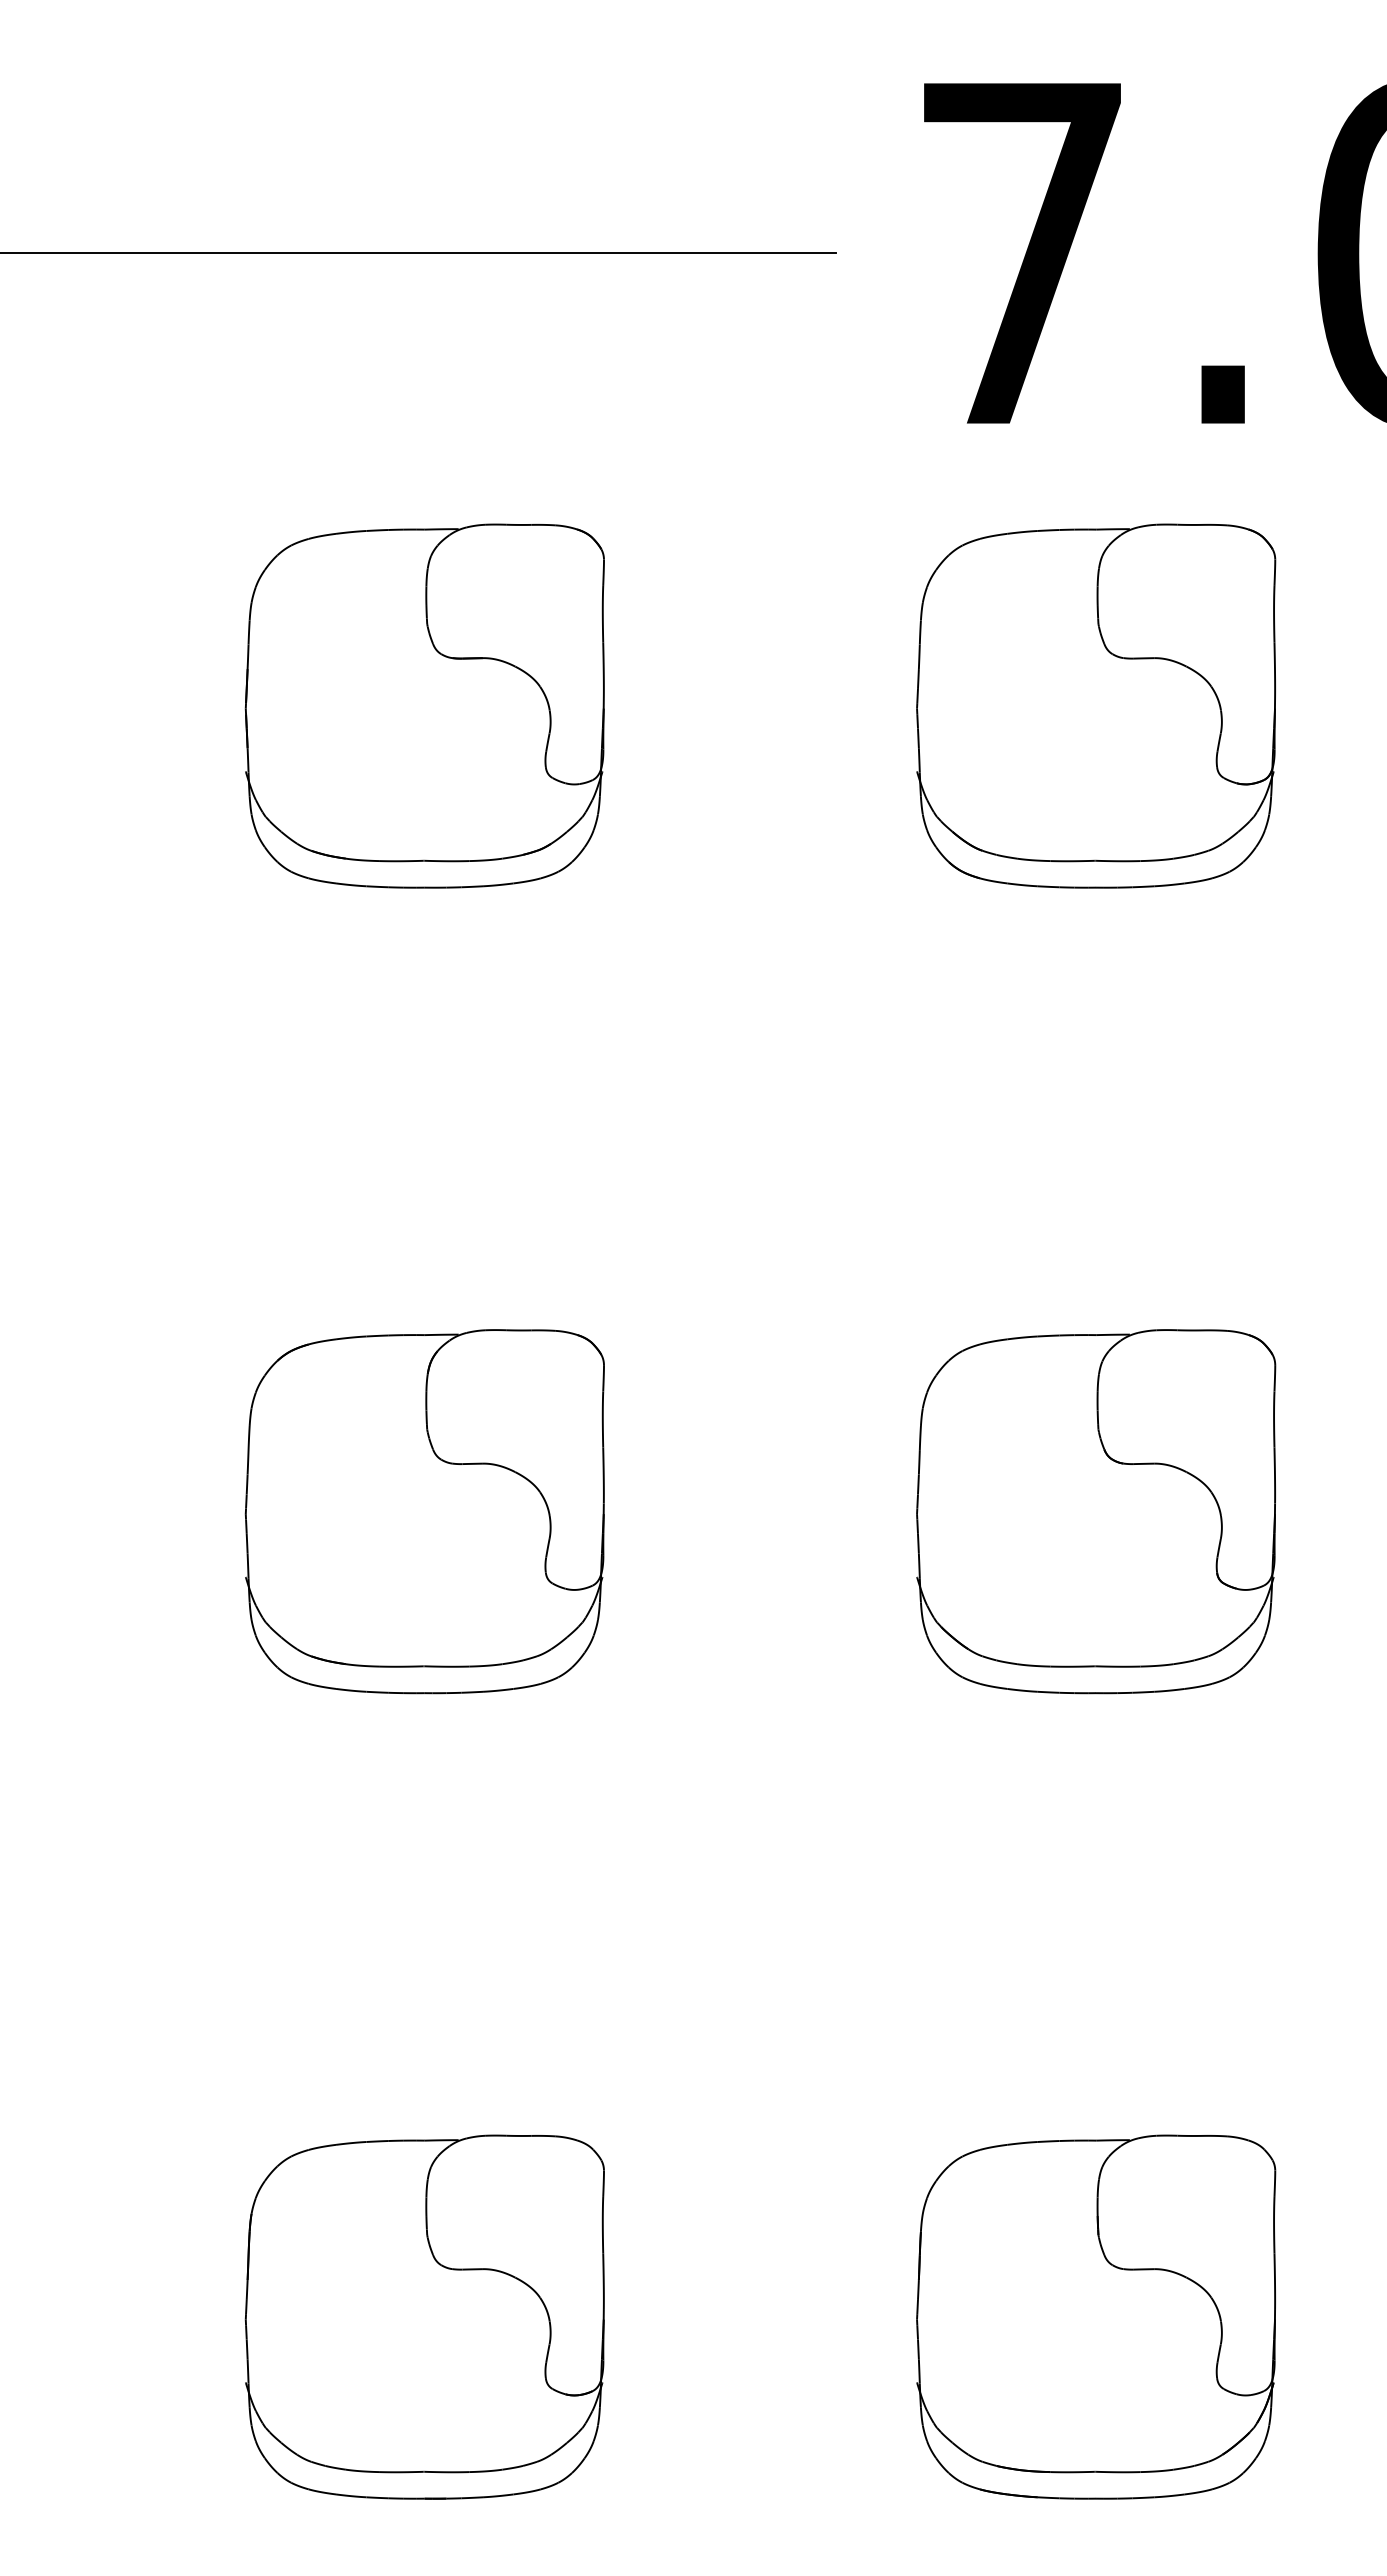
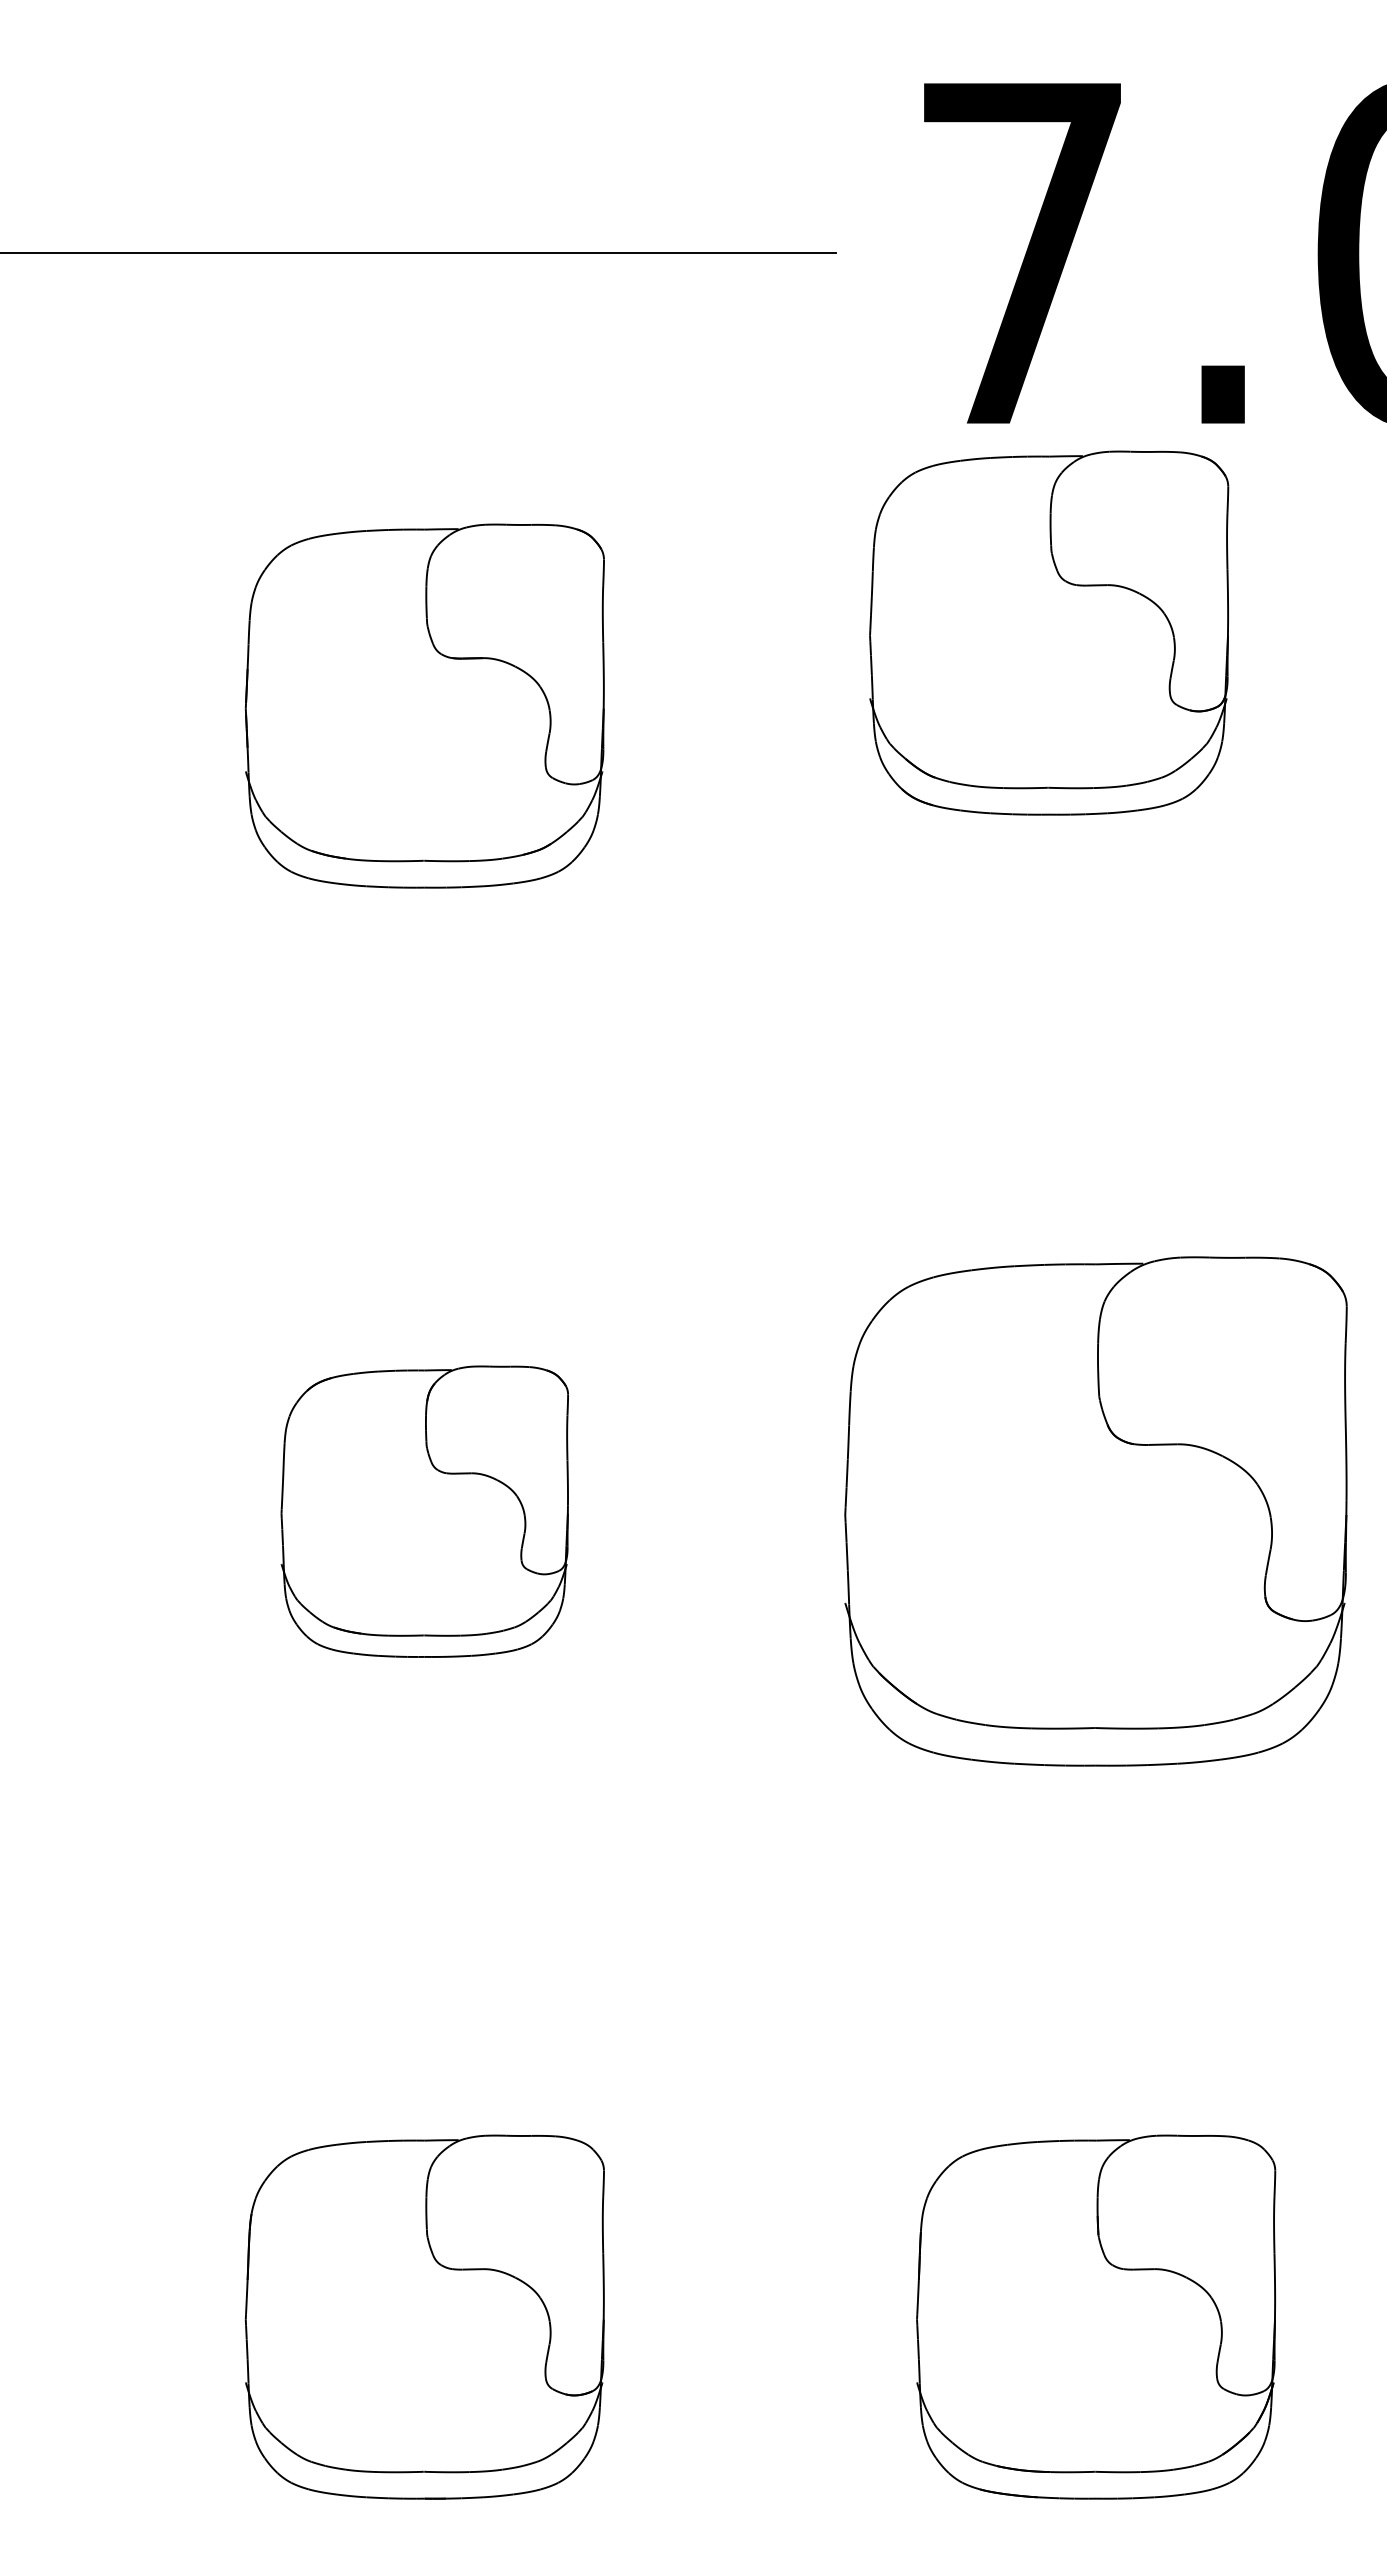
part at (1096, 705) position: (1096, 705) -> (1049, 632)
part at (424, 1511) size: 361x366 px -> 289x293 px
part at (1096, 1511) size: 361x366 px -> 504x511 px
